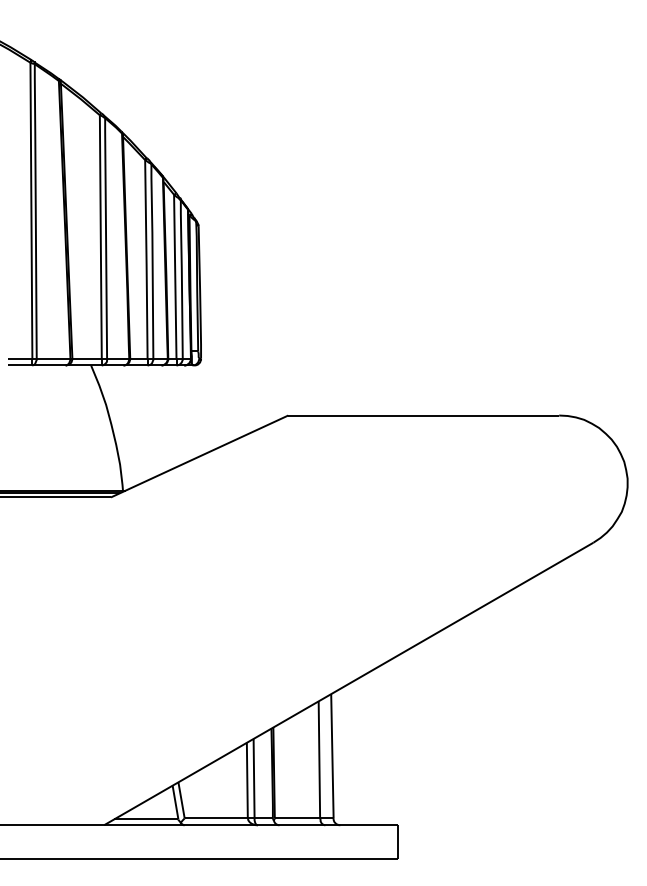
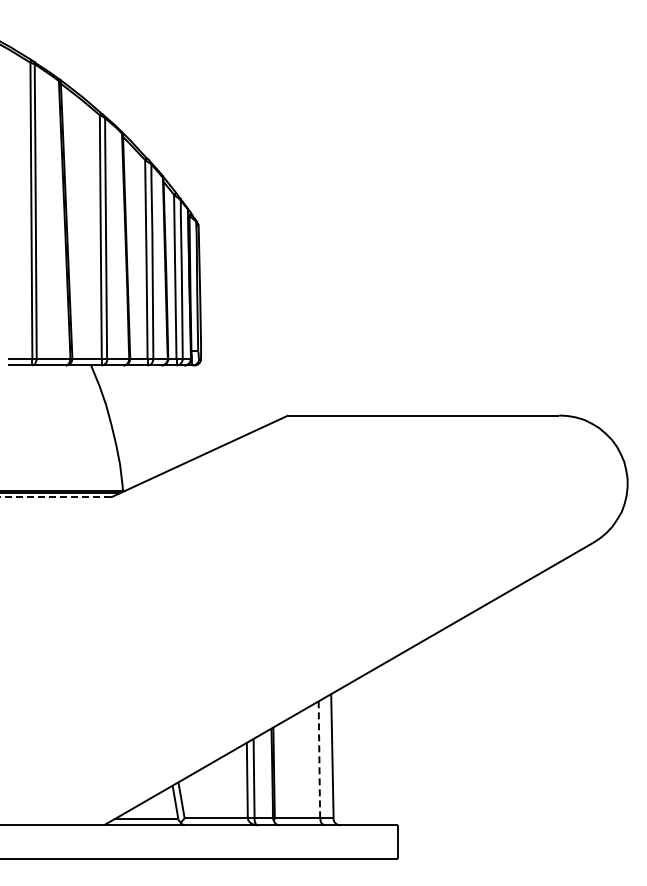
line at (55, 497): solid -> dashed
line at (319, 759): solid -> dashed
